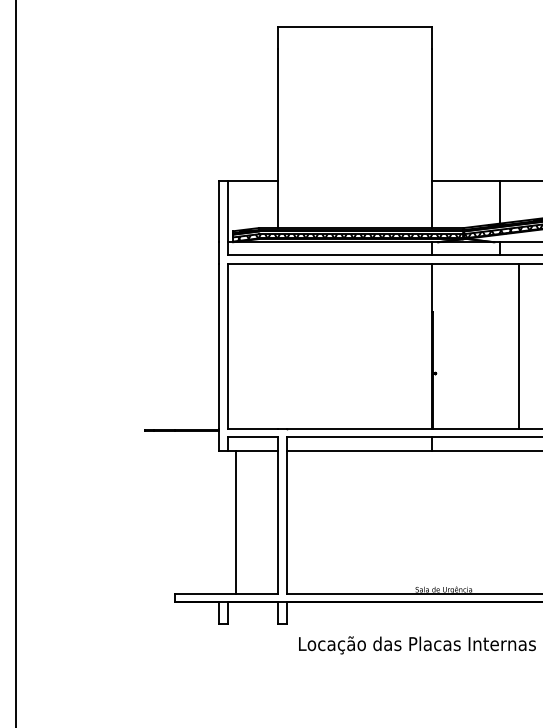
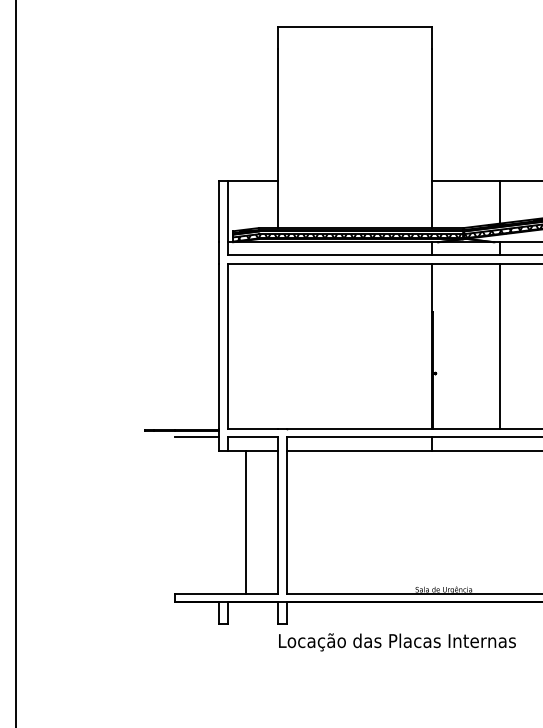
line at (518, 345) position: (518, 345) -> (499, 345)
line at (196, 436): none -> present
line at (236, 521) position: (236, 521) -> (246, 521)
text at (417, 645) position: (417, 645) -> (397, 642)
